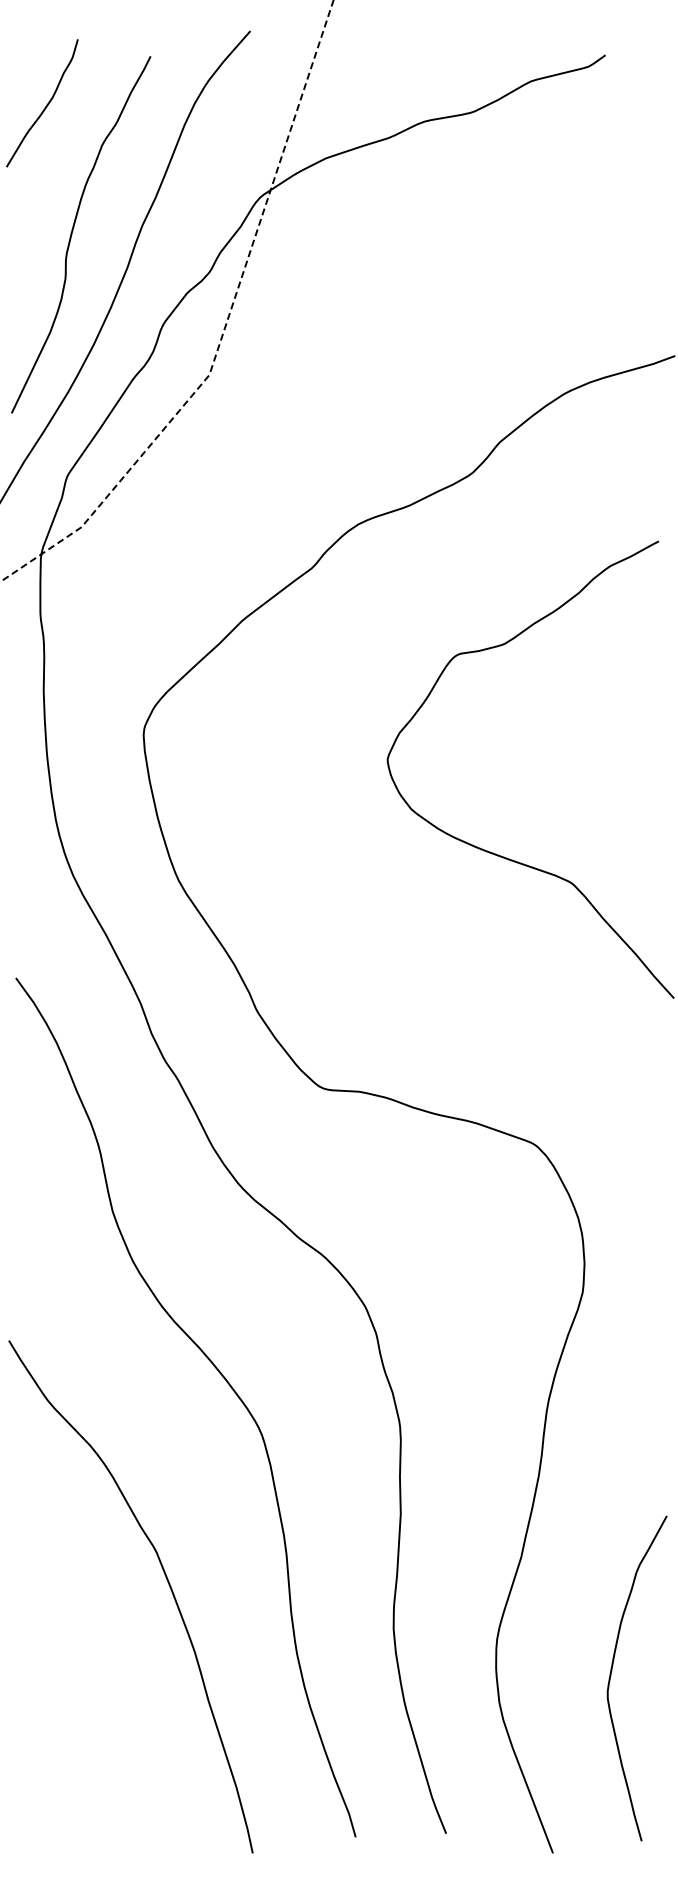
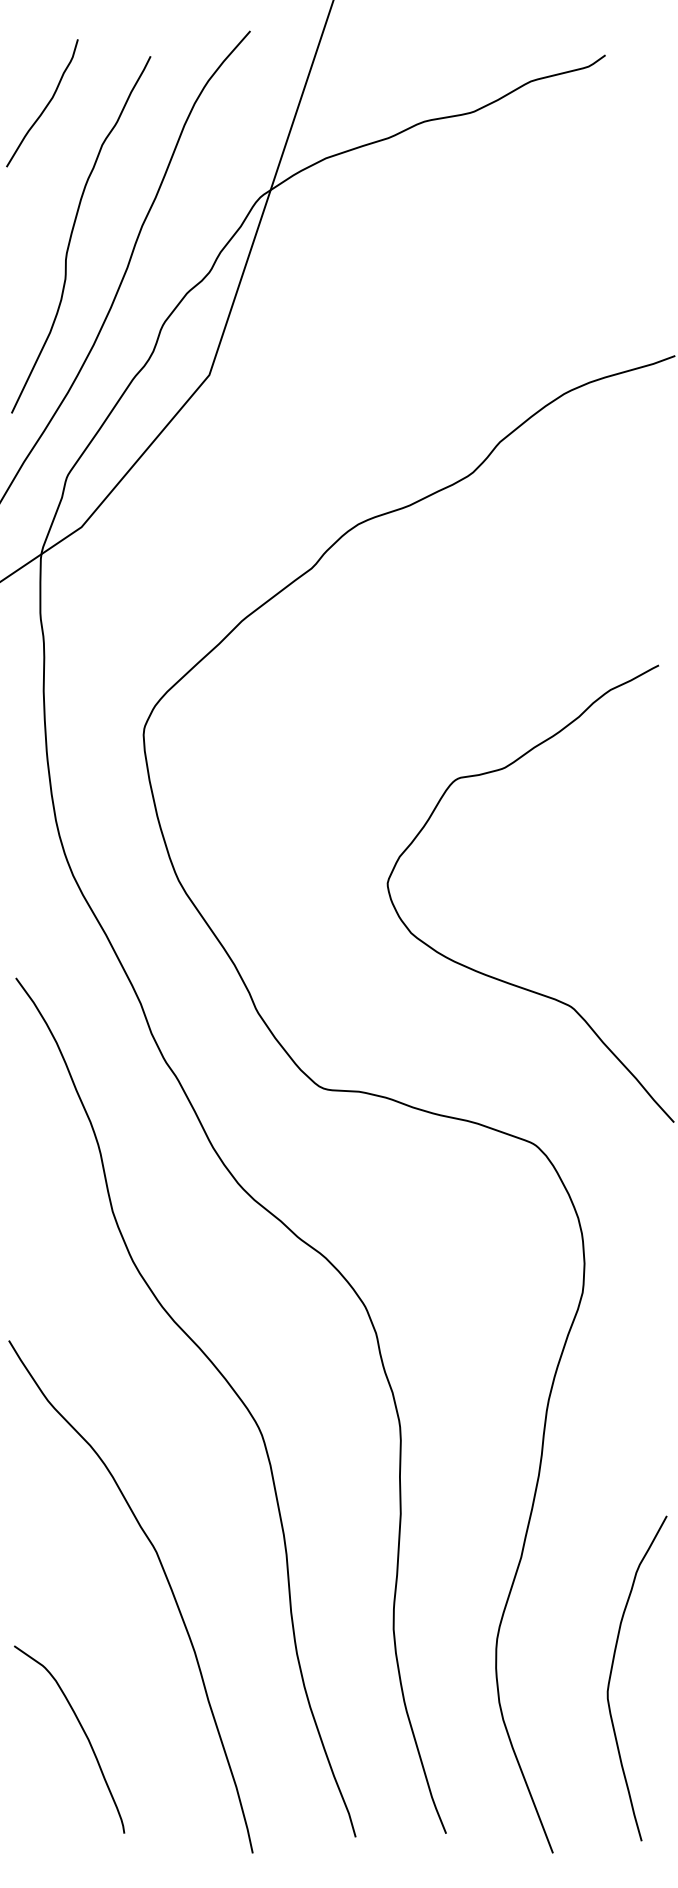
line at (224, 329): dashed -> solid
curve at (501, 855) position: (501, 855) -> (501, 979)
curve at (83, 1732): none -> present
